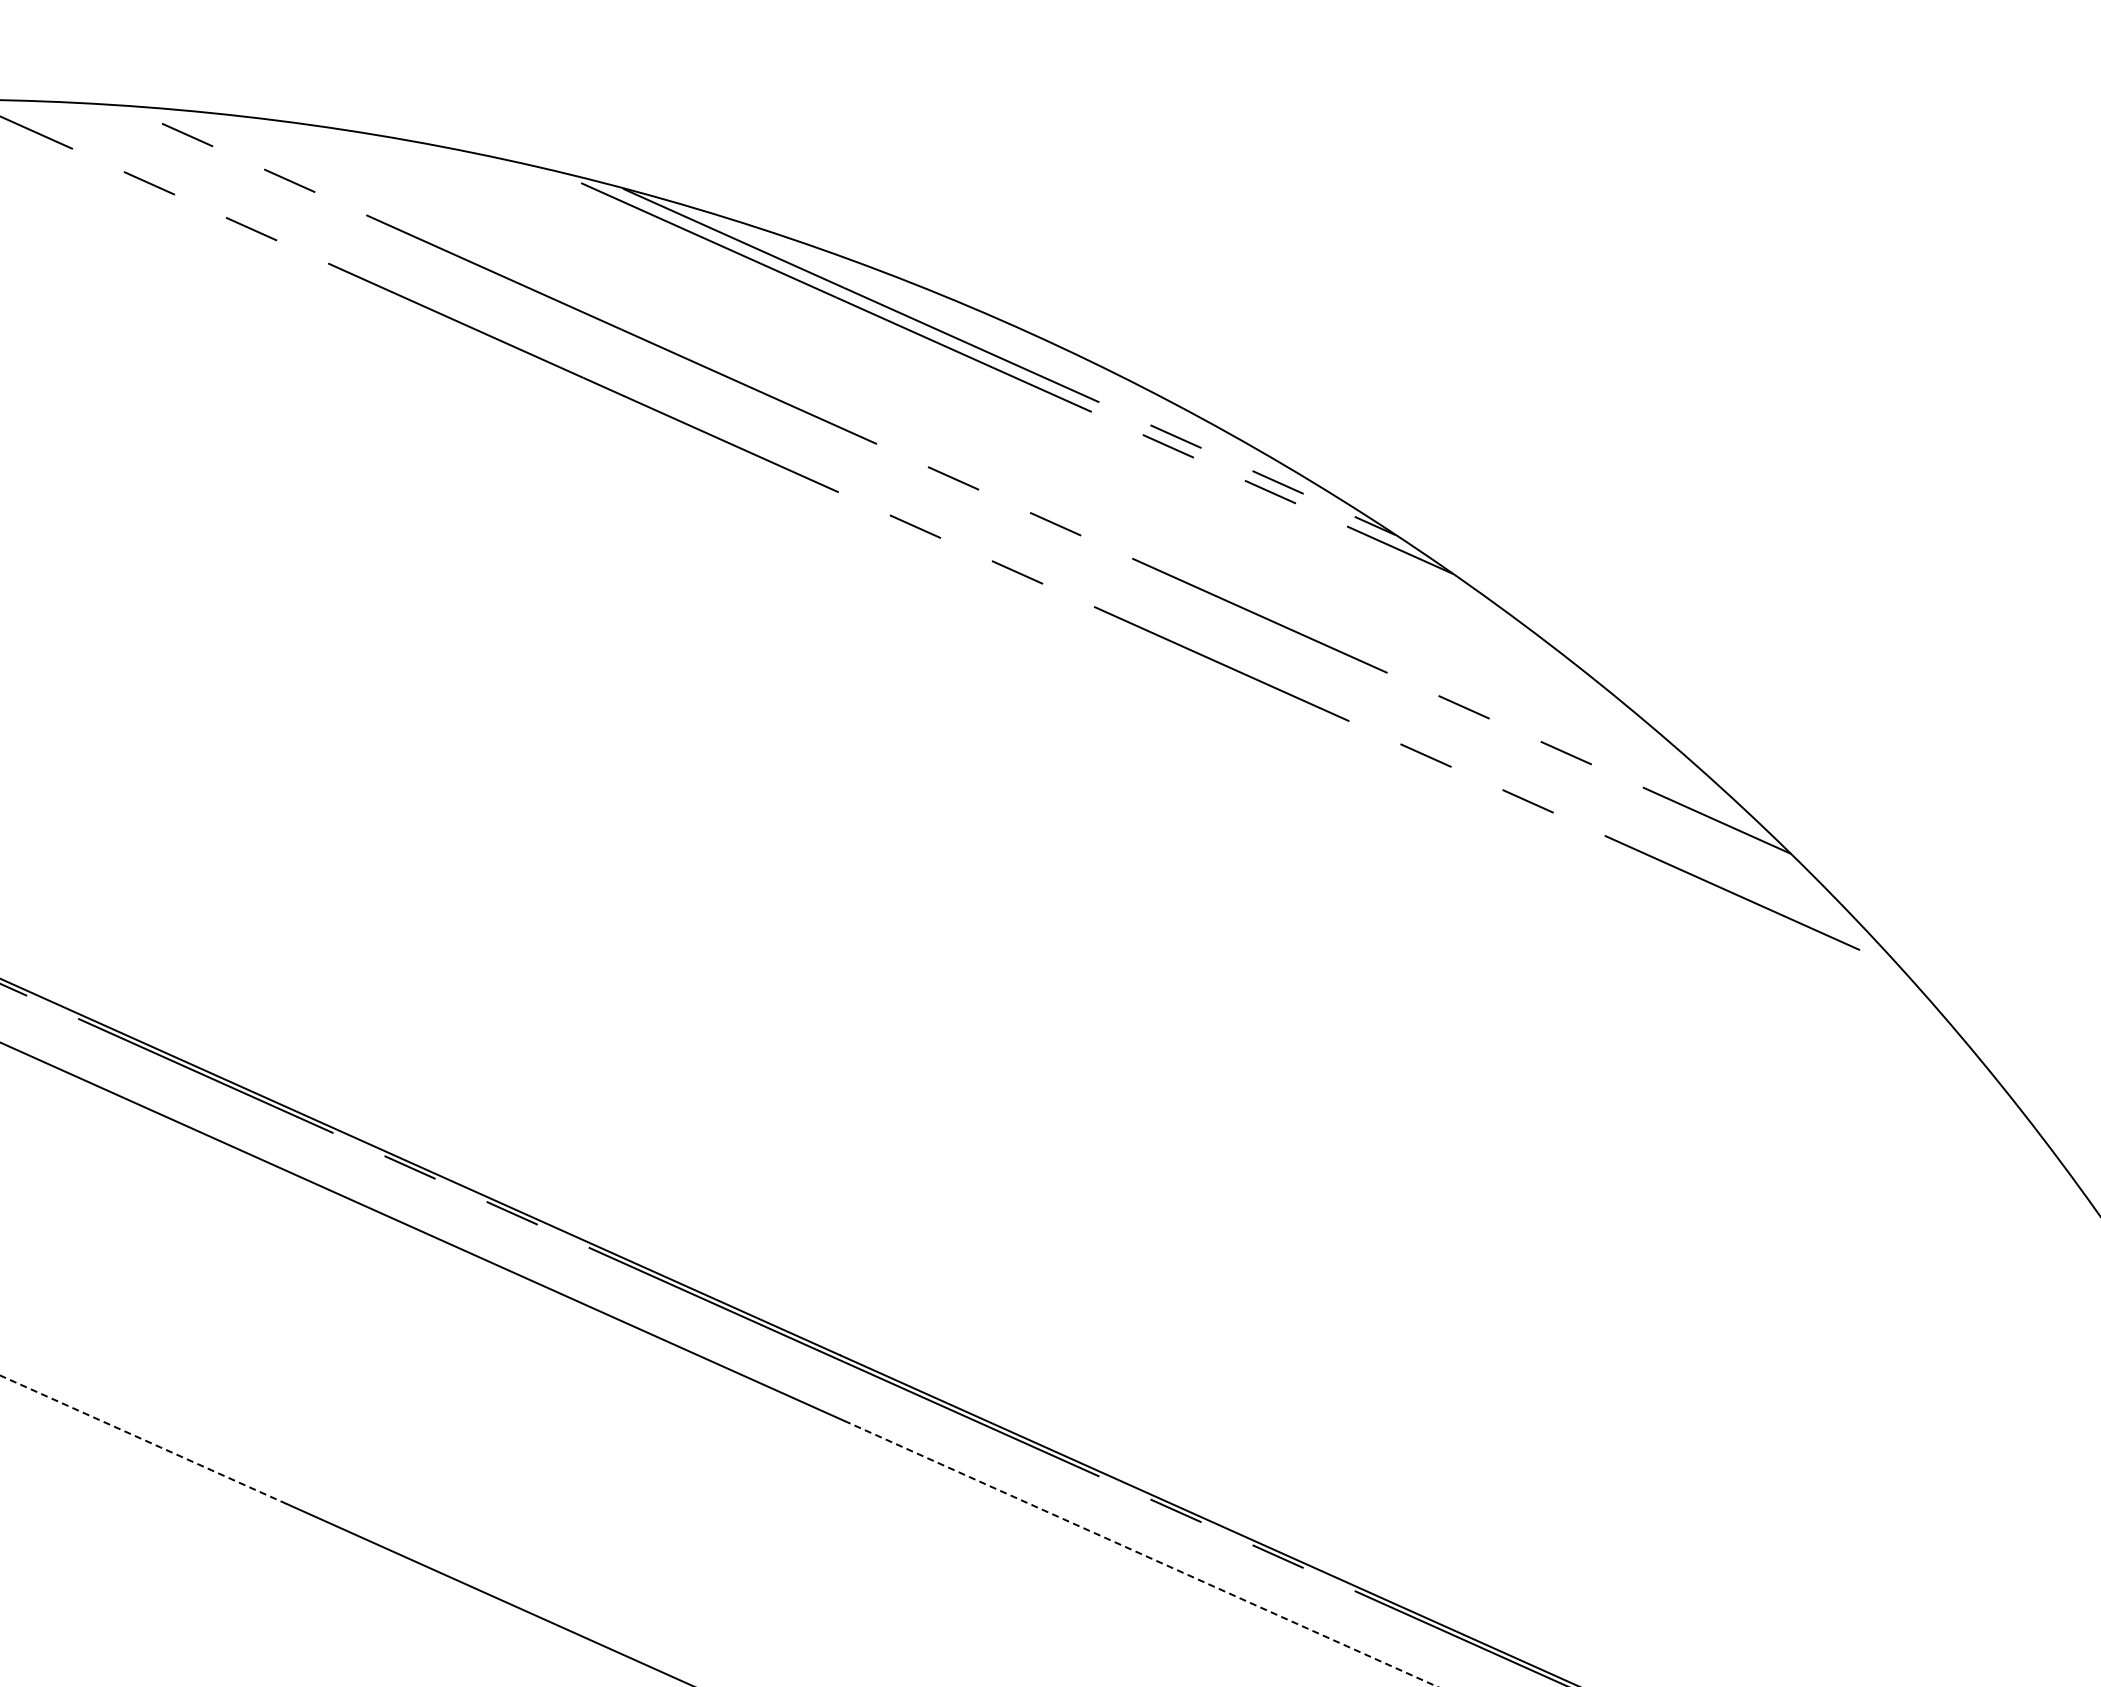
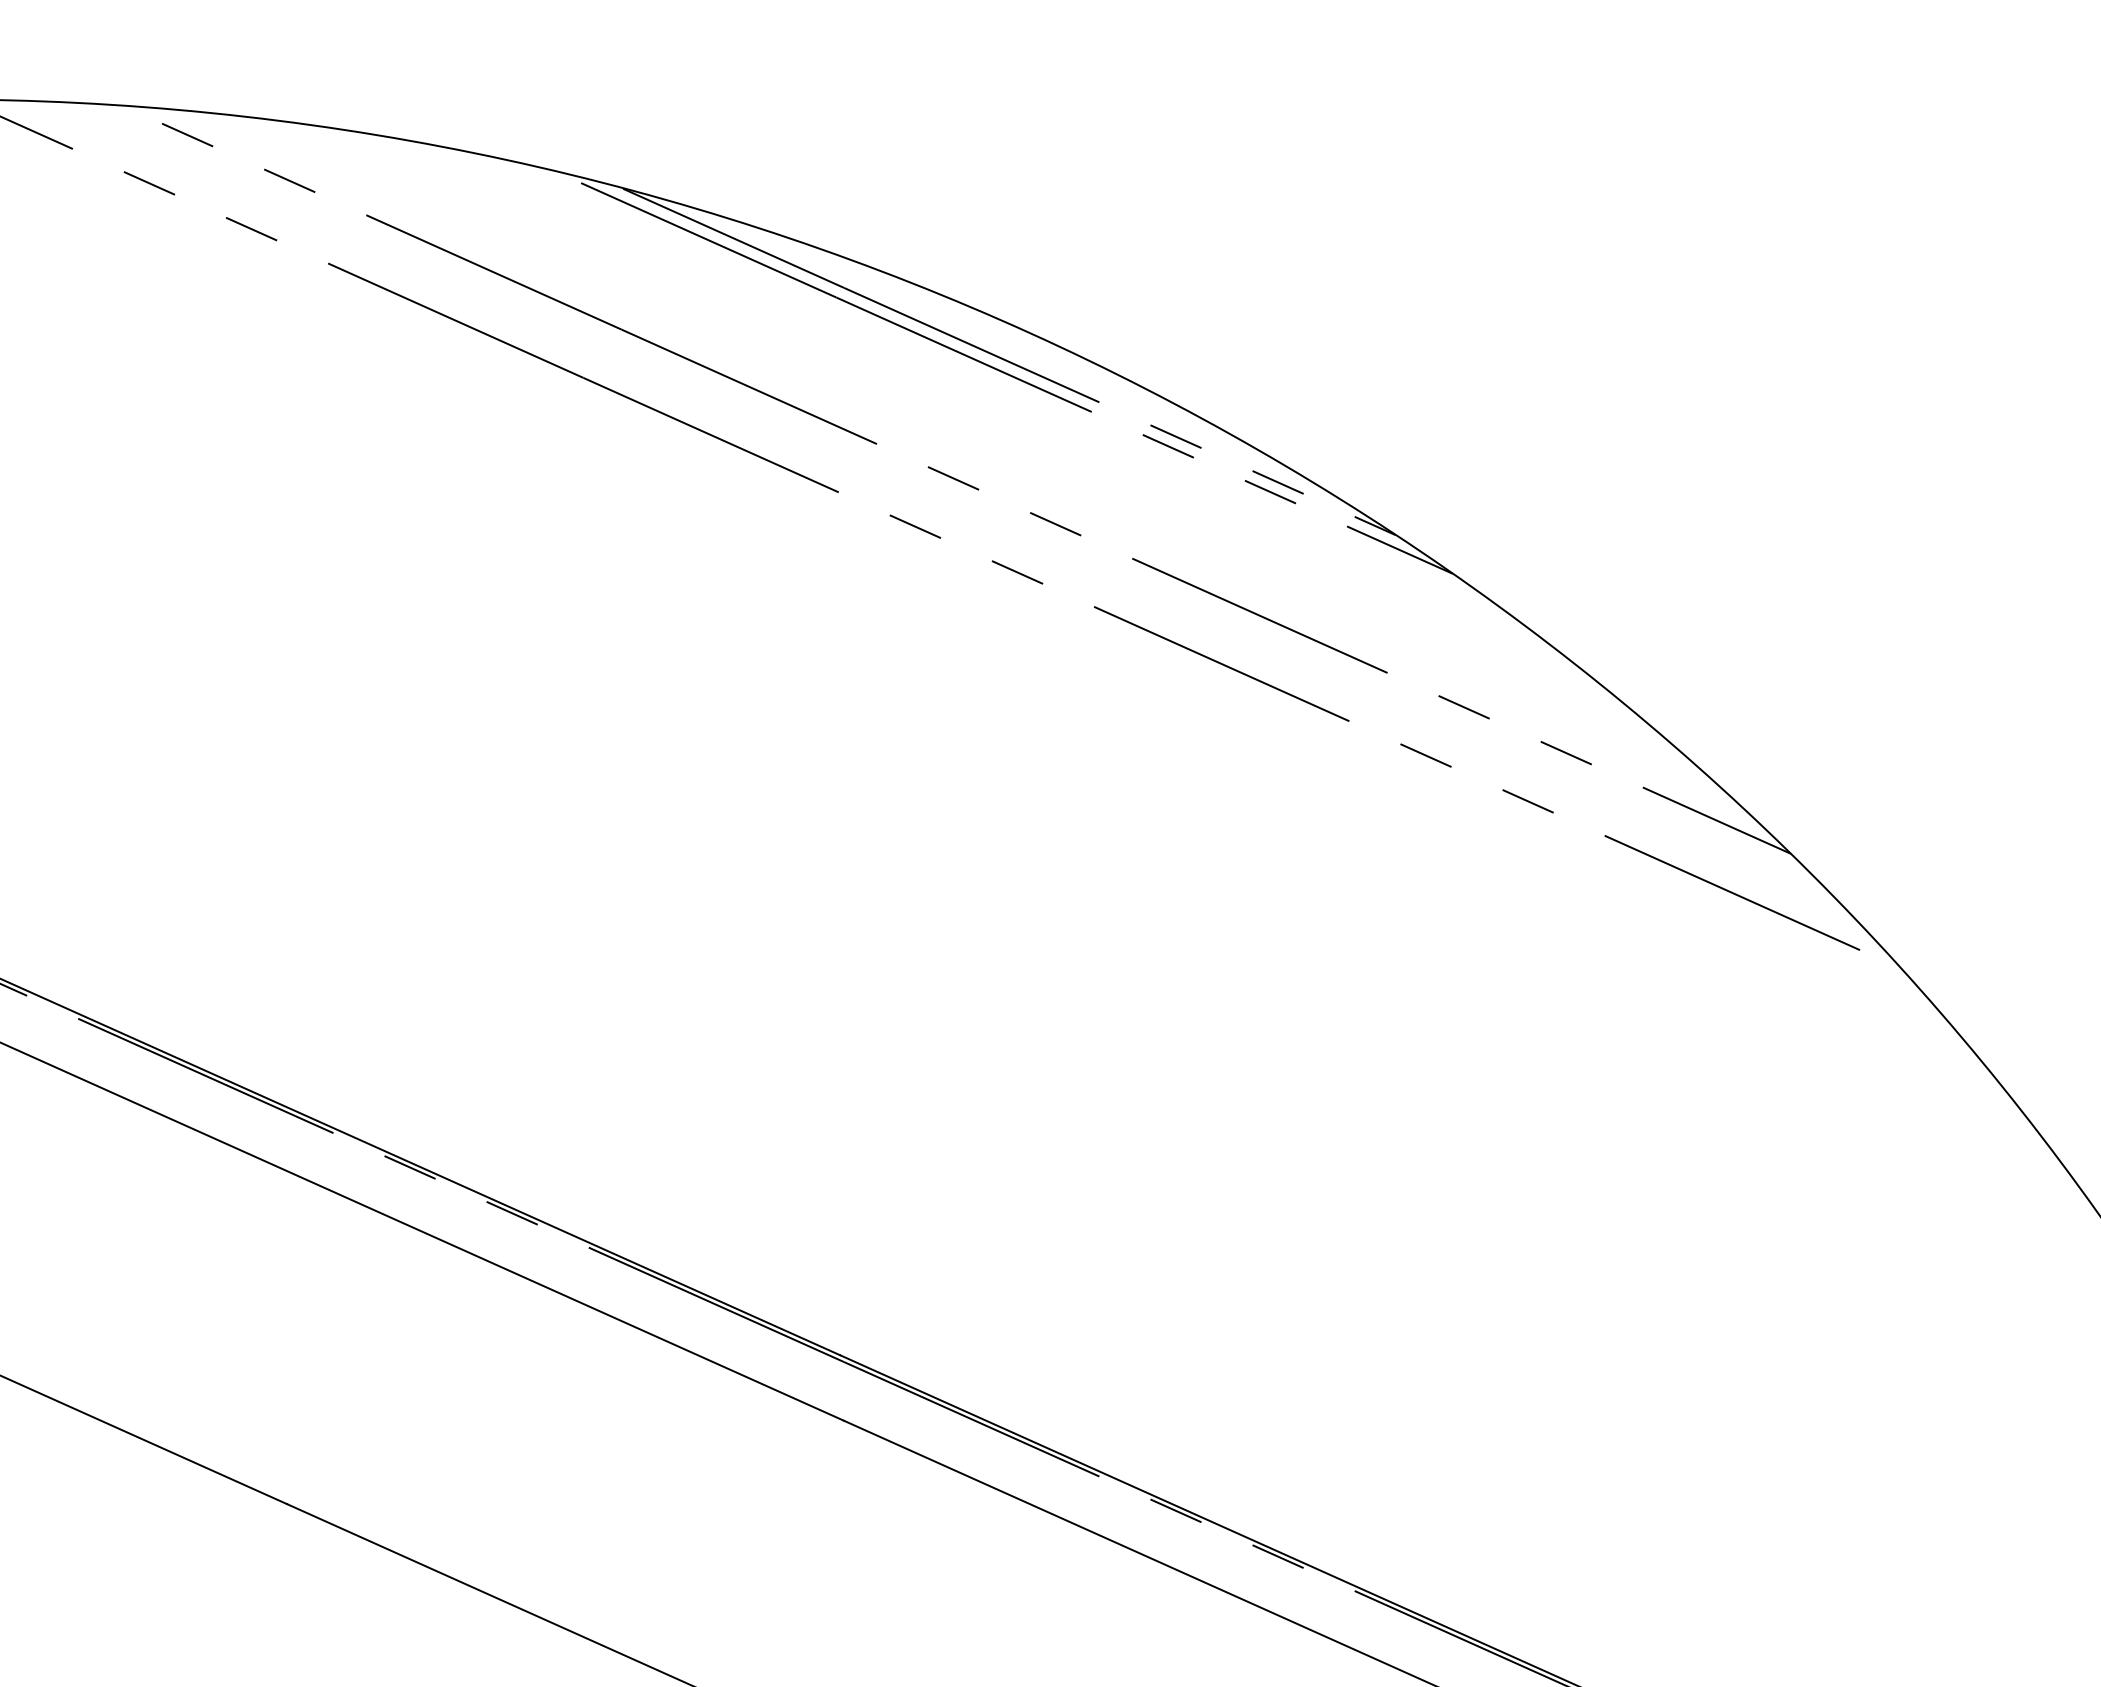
line at (143, 1439): dashed -> solid
line at (1140, 1553): dashed -> solid
